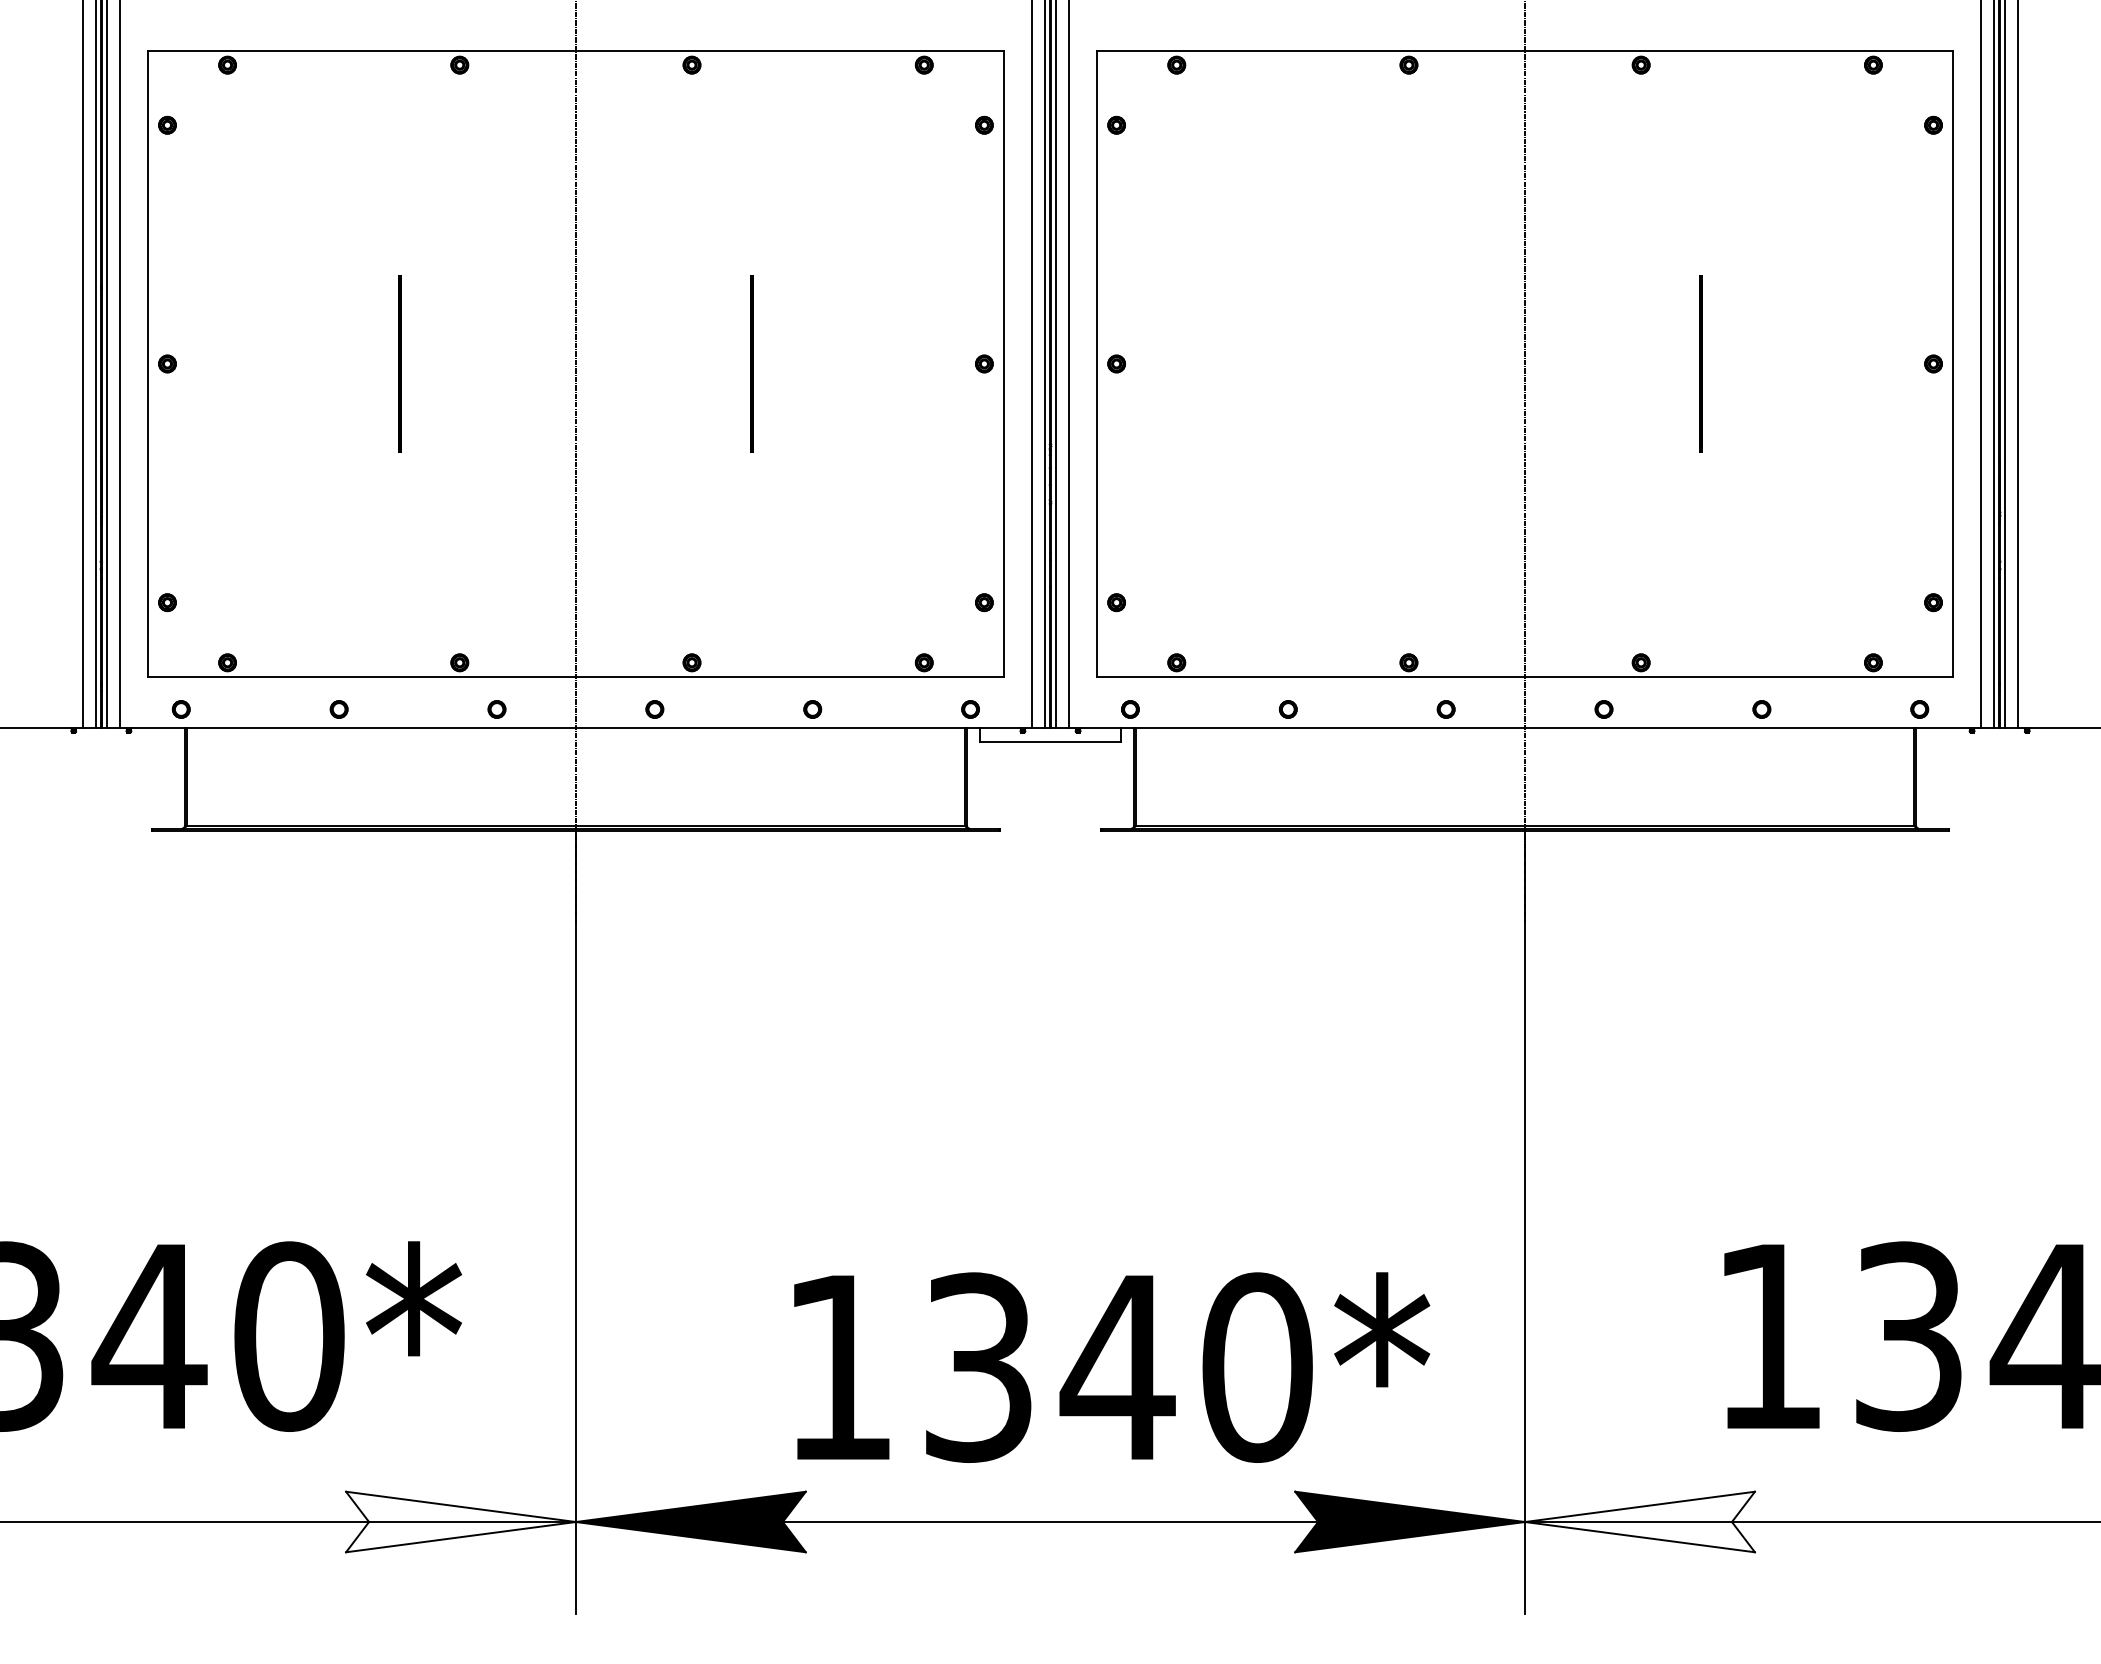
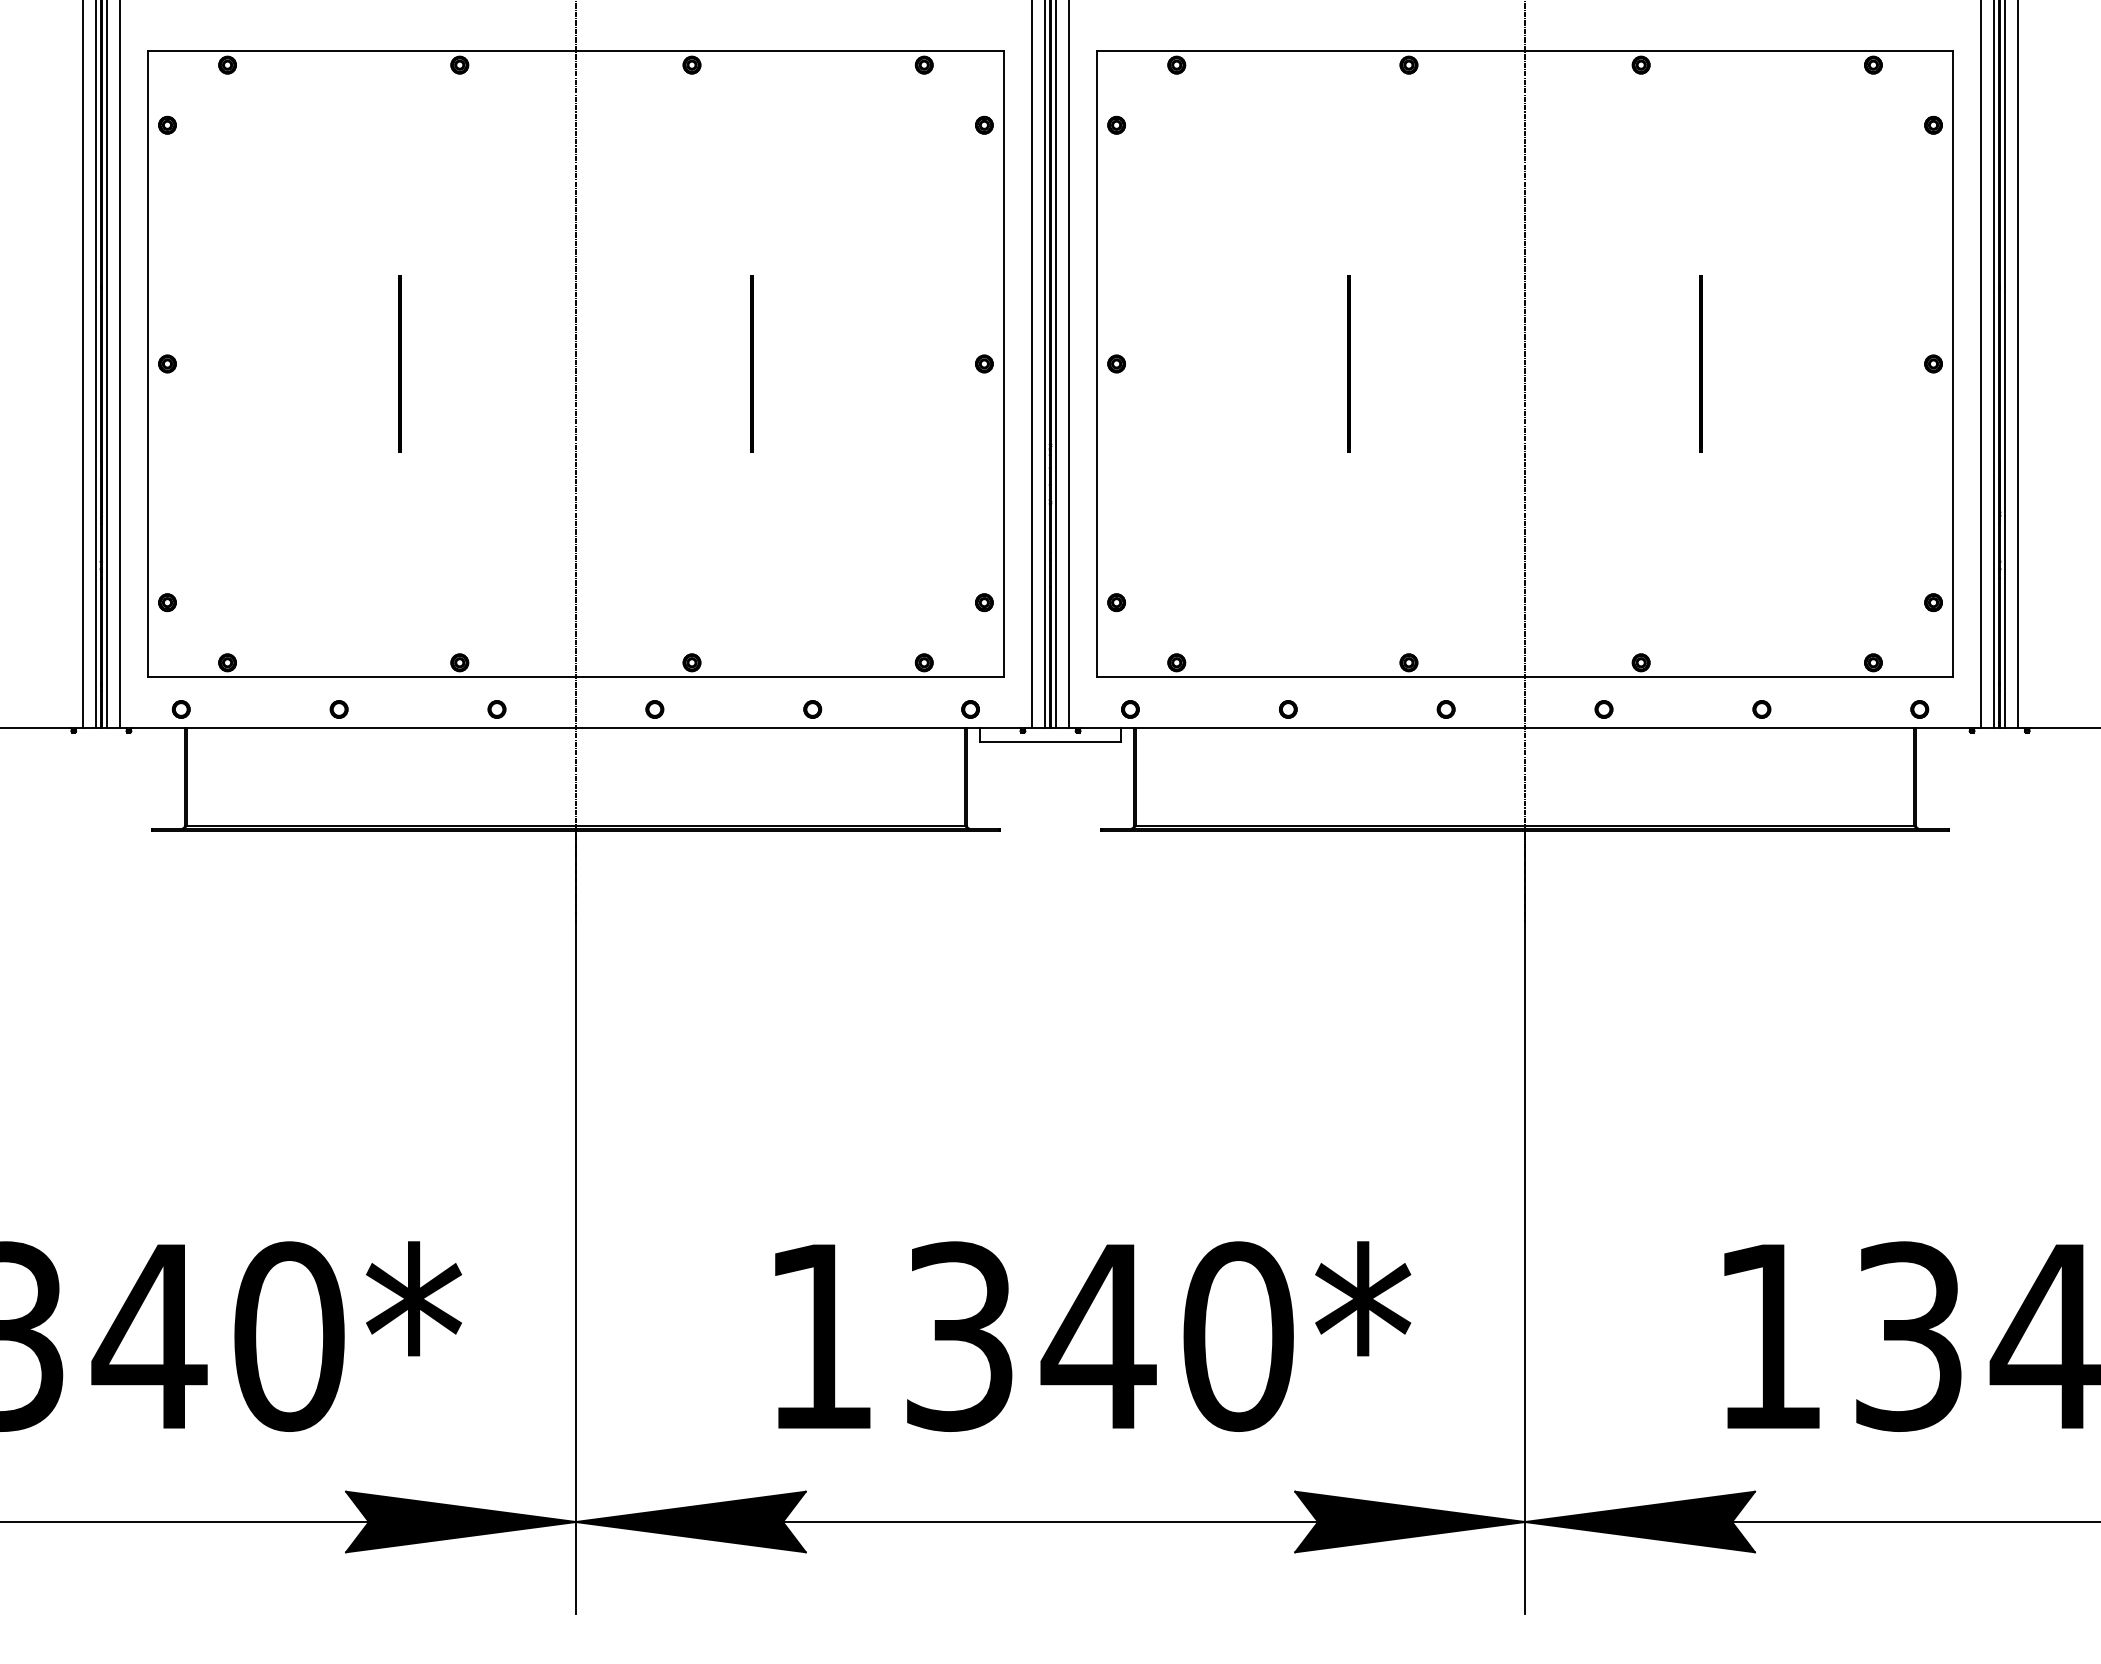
line at (1348, 363): none -> present
text at (1112, 1367) position: (1112, 1367) -> (1093, 1336)
fill at (460, 1521): none -> present
fill at (1639, 1521): none -> present
